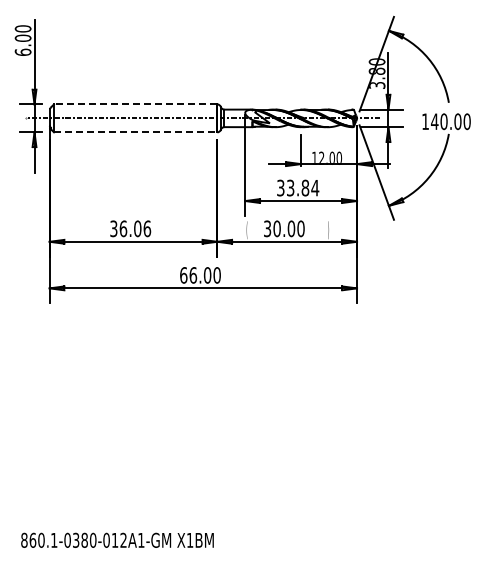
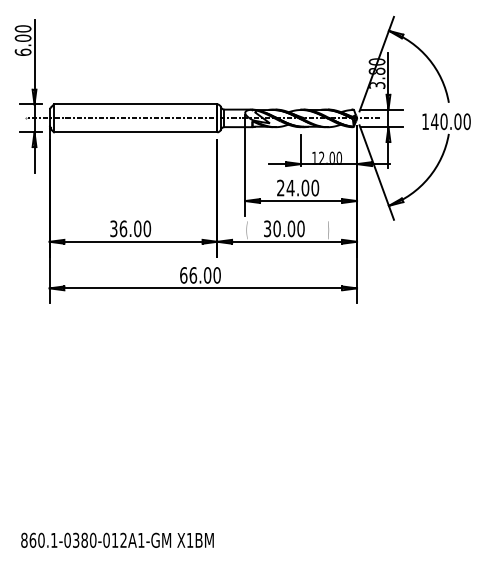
line at (135, 104): dashed -> solid
line at (135, 132): dashed -> solid
text at (298, 187): 33.84 -> 24.00
text at (147, 228): 36.06 -> 36.00
